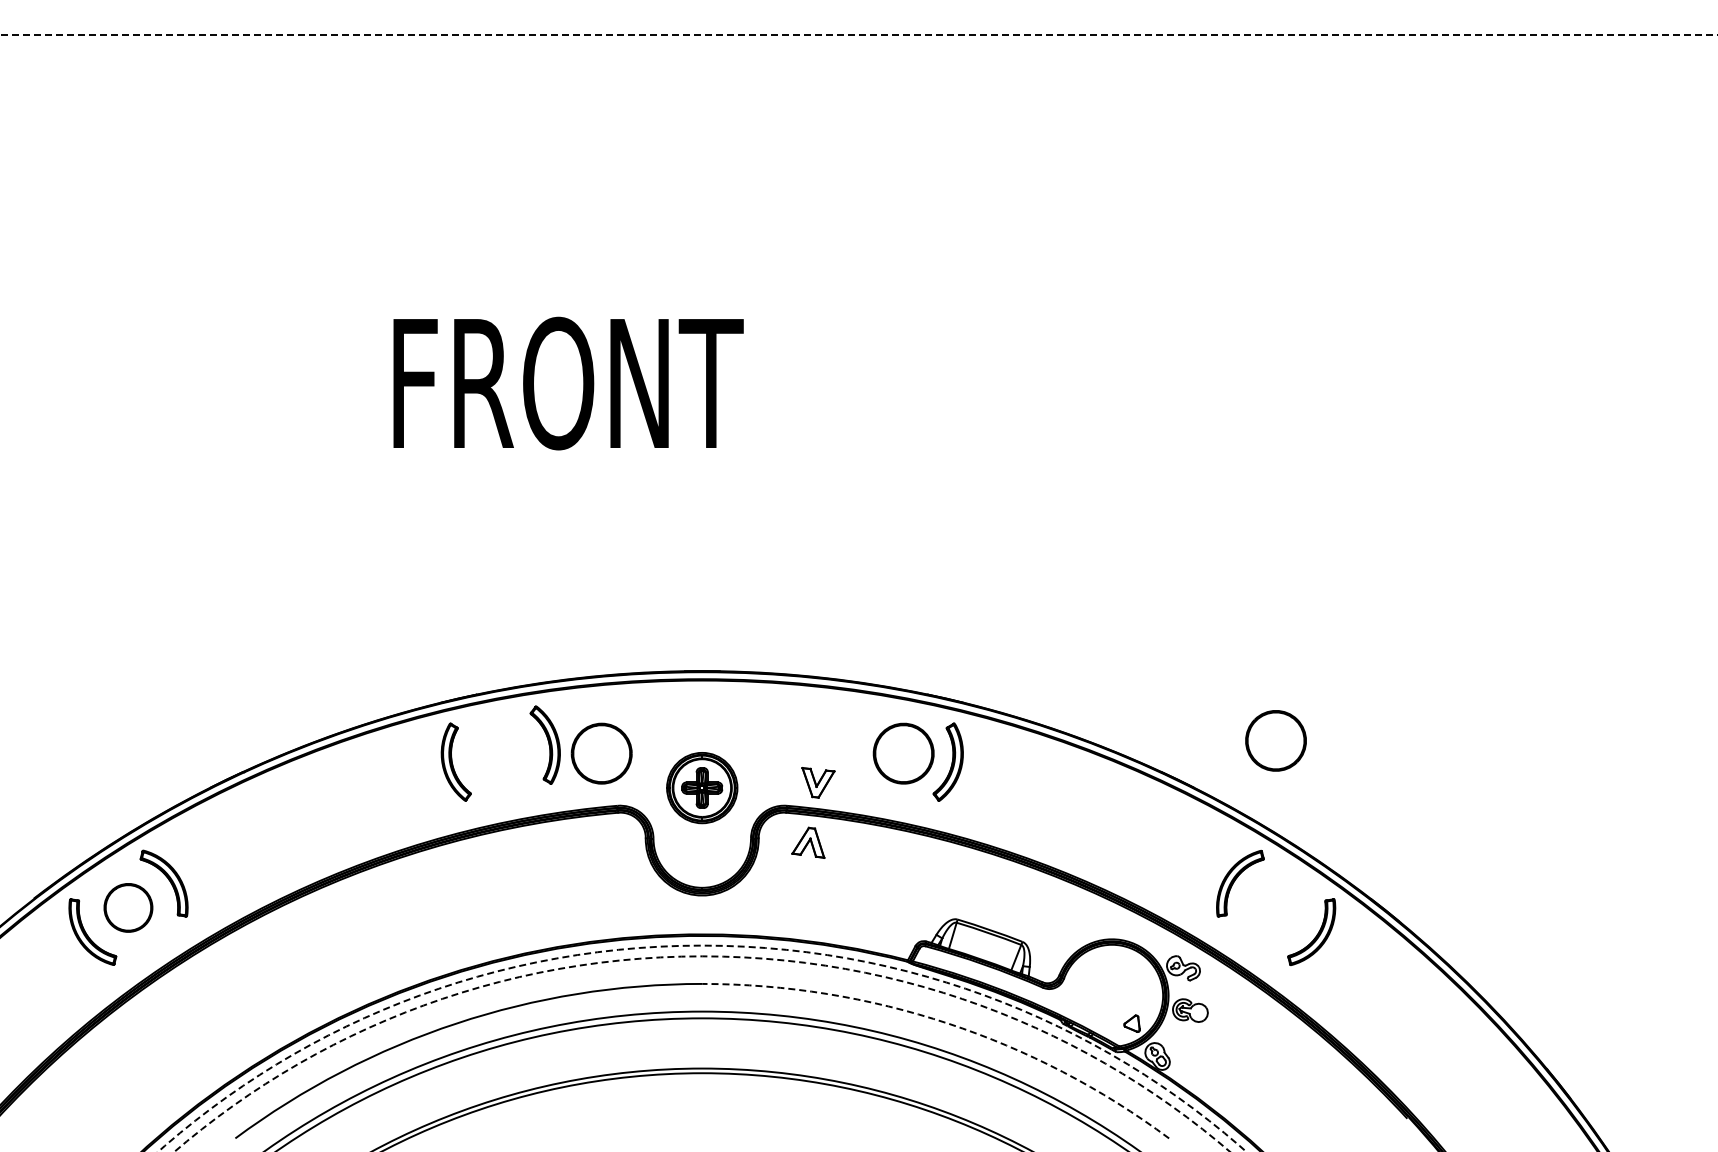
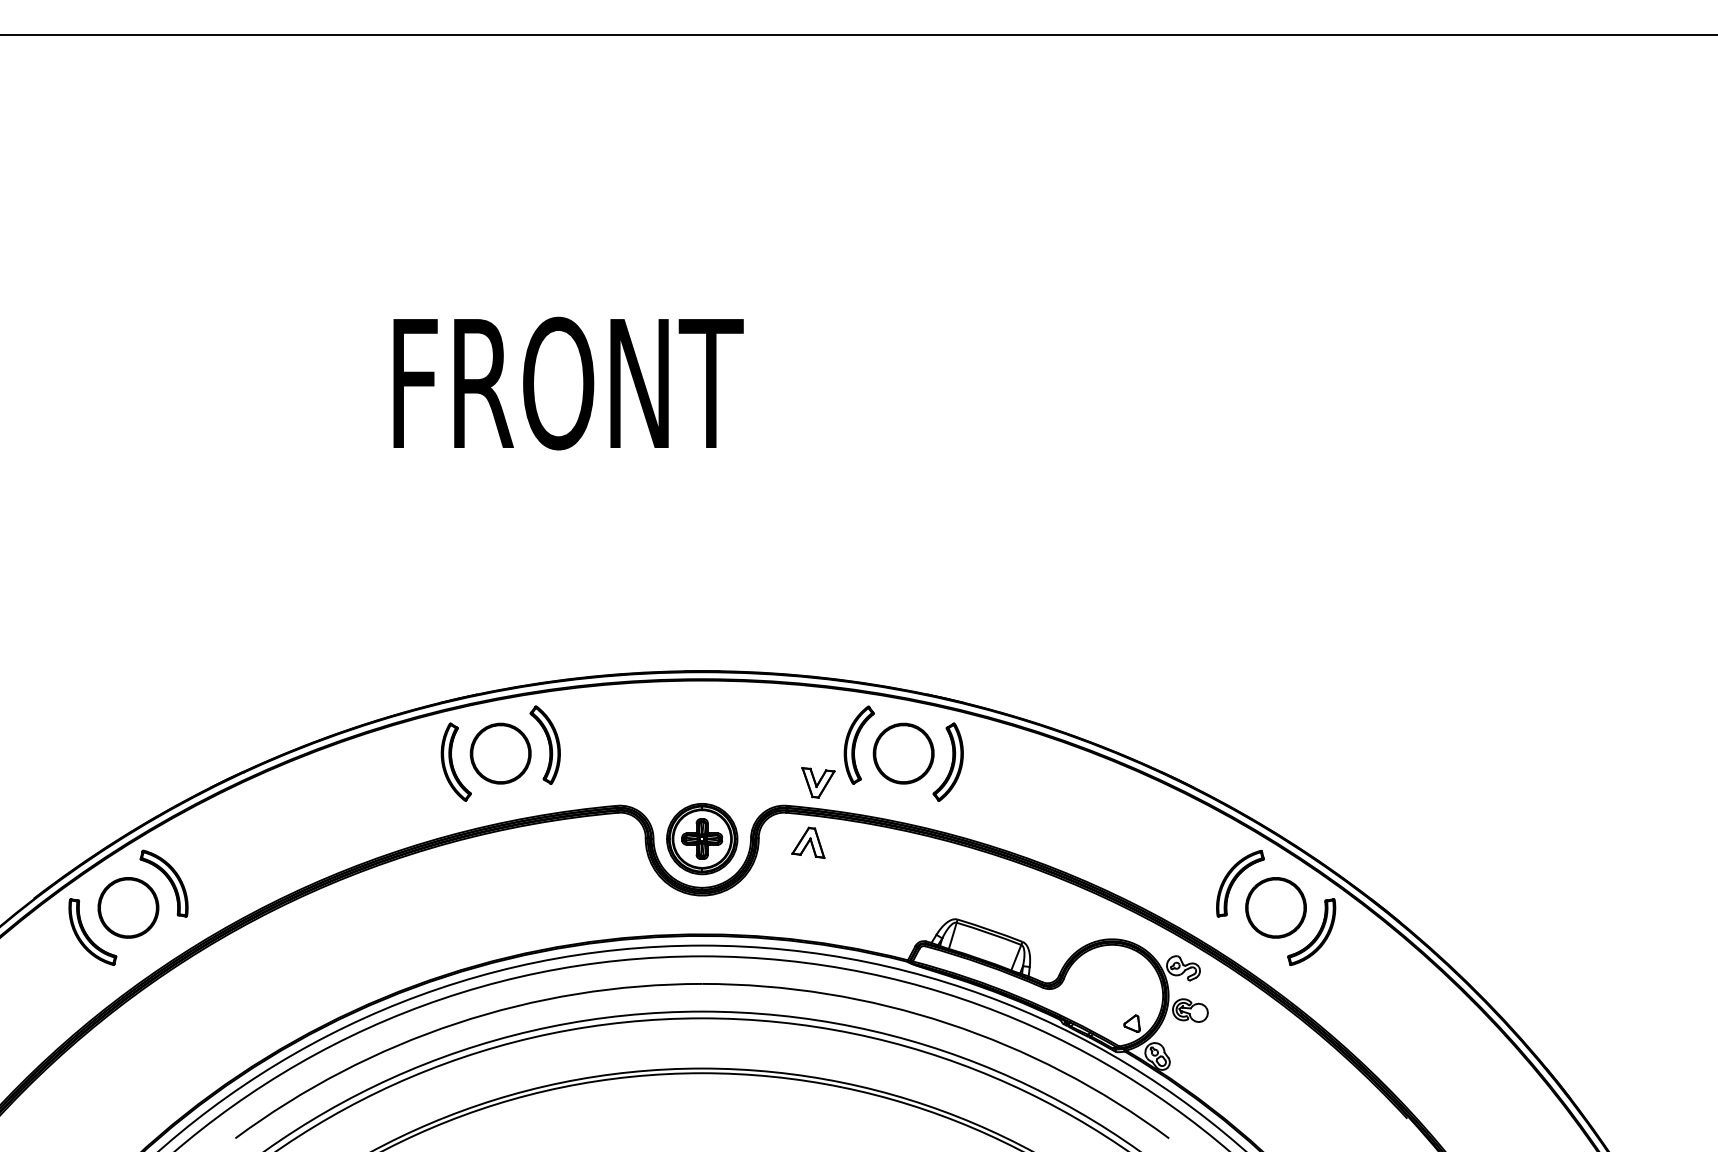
line at (858, 34): dashed -> solid
part at (1275, 740) position: (1275, 740) -> (1275, 907)
part at (858, 744): none -> present
part at (601, 753) position: (601, 753) -> (500, 753)
part at (702, 788) position: (702, 788) -> (702, 839)
part at (128, 907) size: 51x50 px -> 63x62 px
arc at (948, 1023): dashed -> solid
circle at (702, 1048): dashed -> solid
circle at (701, 1053): dashed -> solid
